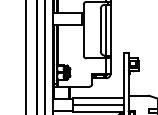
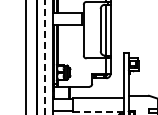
line at (45, 57): solid -> dashed
line at (98, 105): present -> none
line at (98, 112): solid -> dashed
